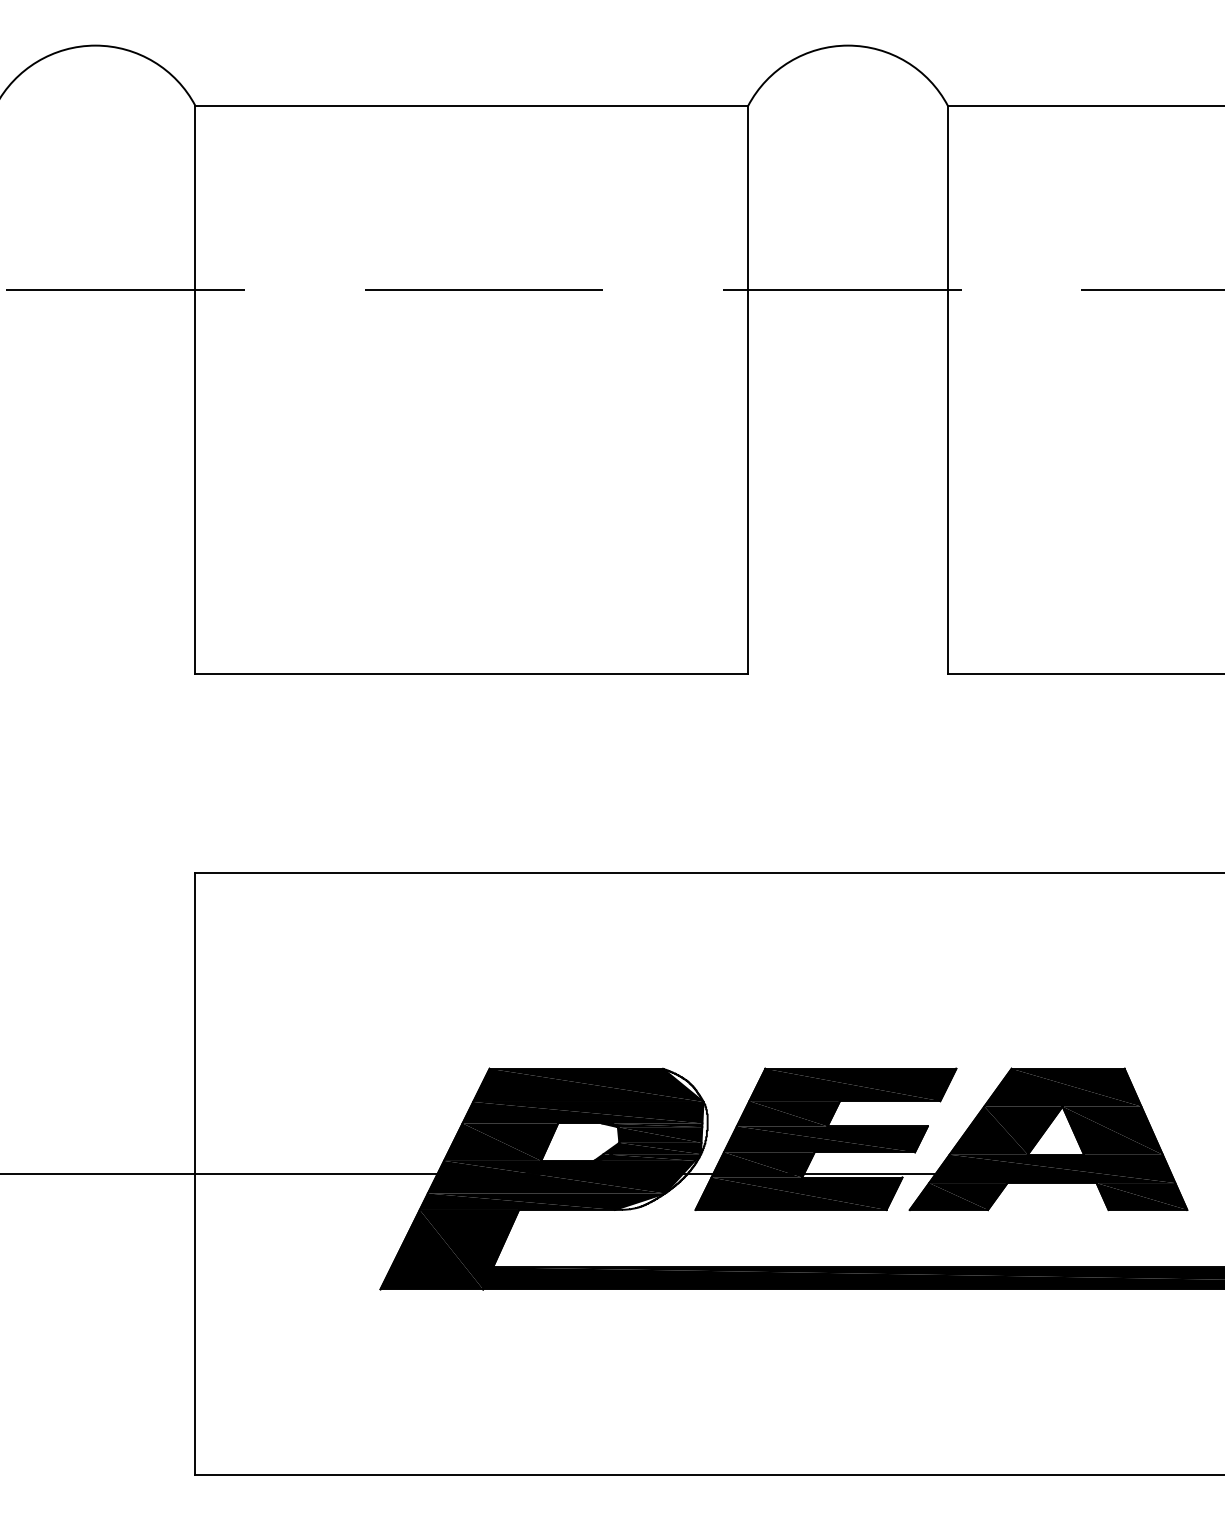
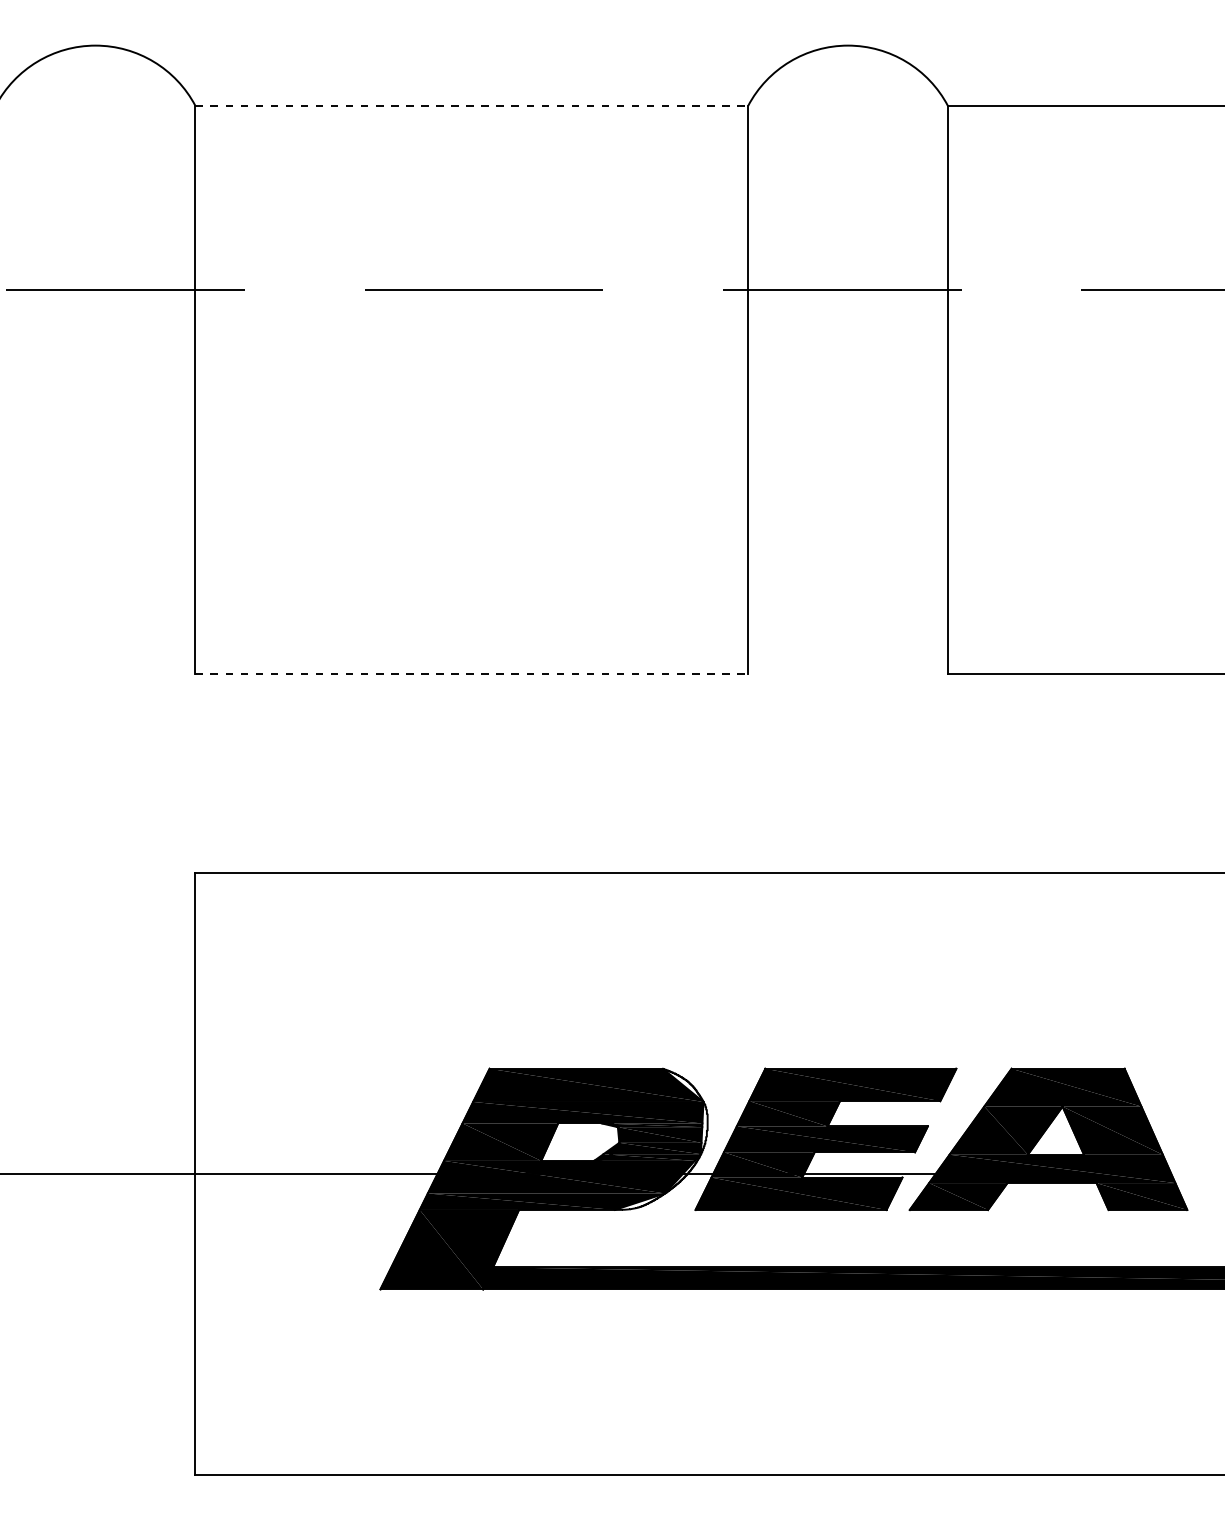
line at (472, 105): solid -> dashed
line at (472, 673): solid -> dashed
